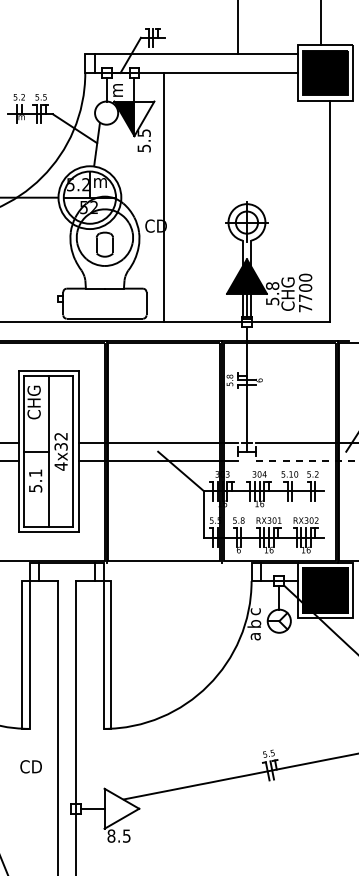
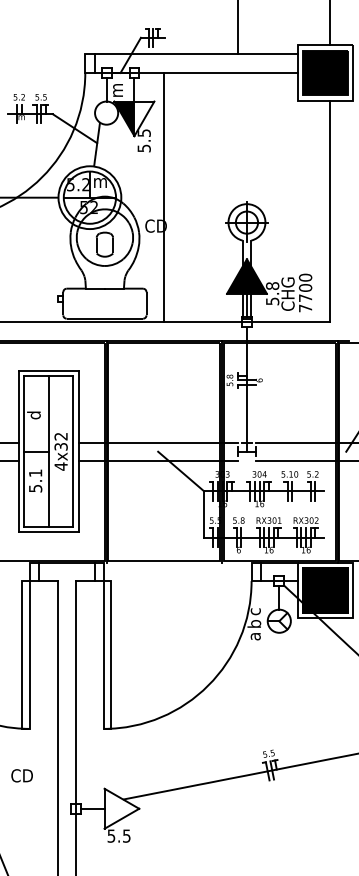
line at (321, 23) position: (321, 23) -> (330, 23)
text at (33, 402): CHG -> d
line at (307, 460): dashed -> solid
text at (30, 766) position: (30, 766) -> (21, 775)
text at (111, 835): 8.5 -> 5.5
